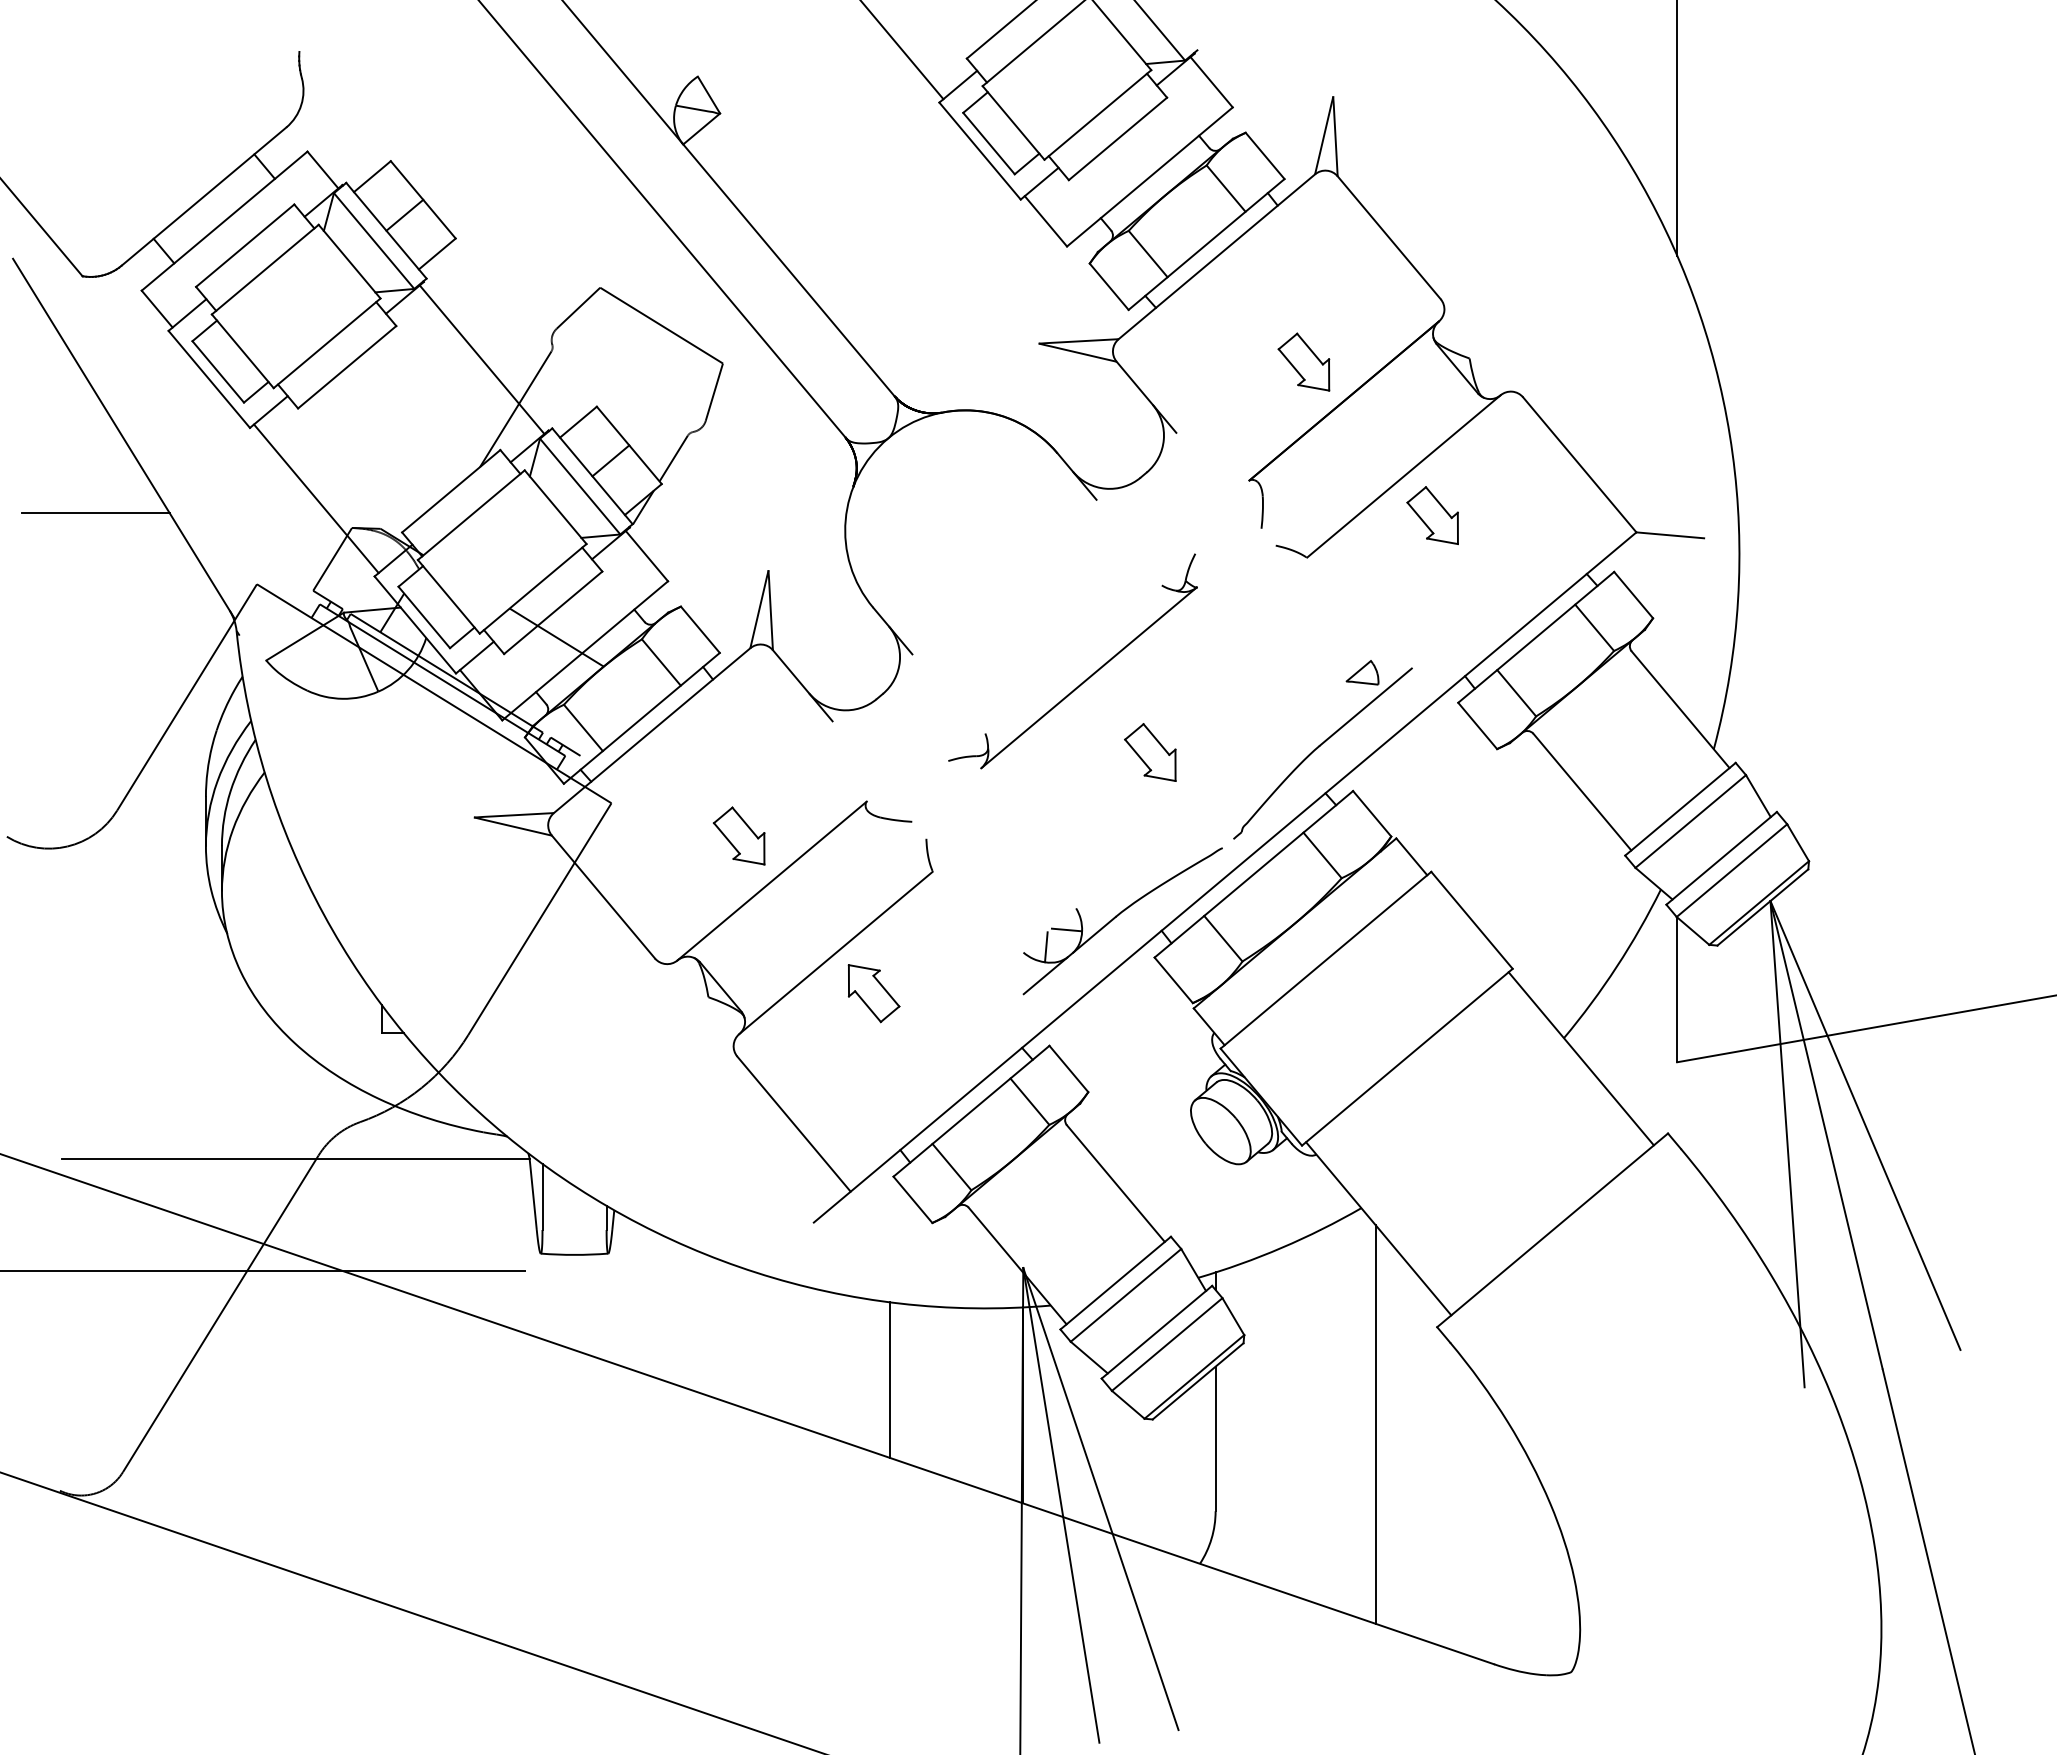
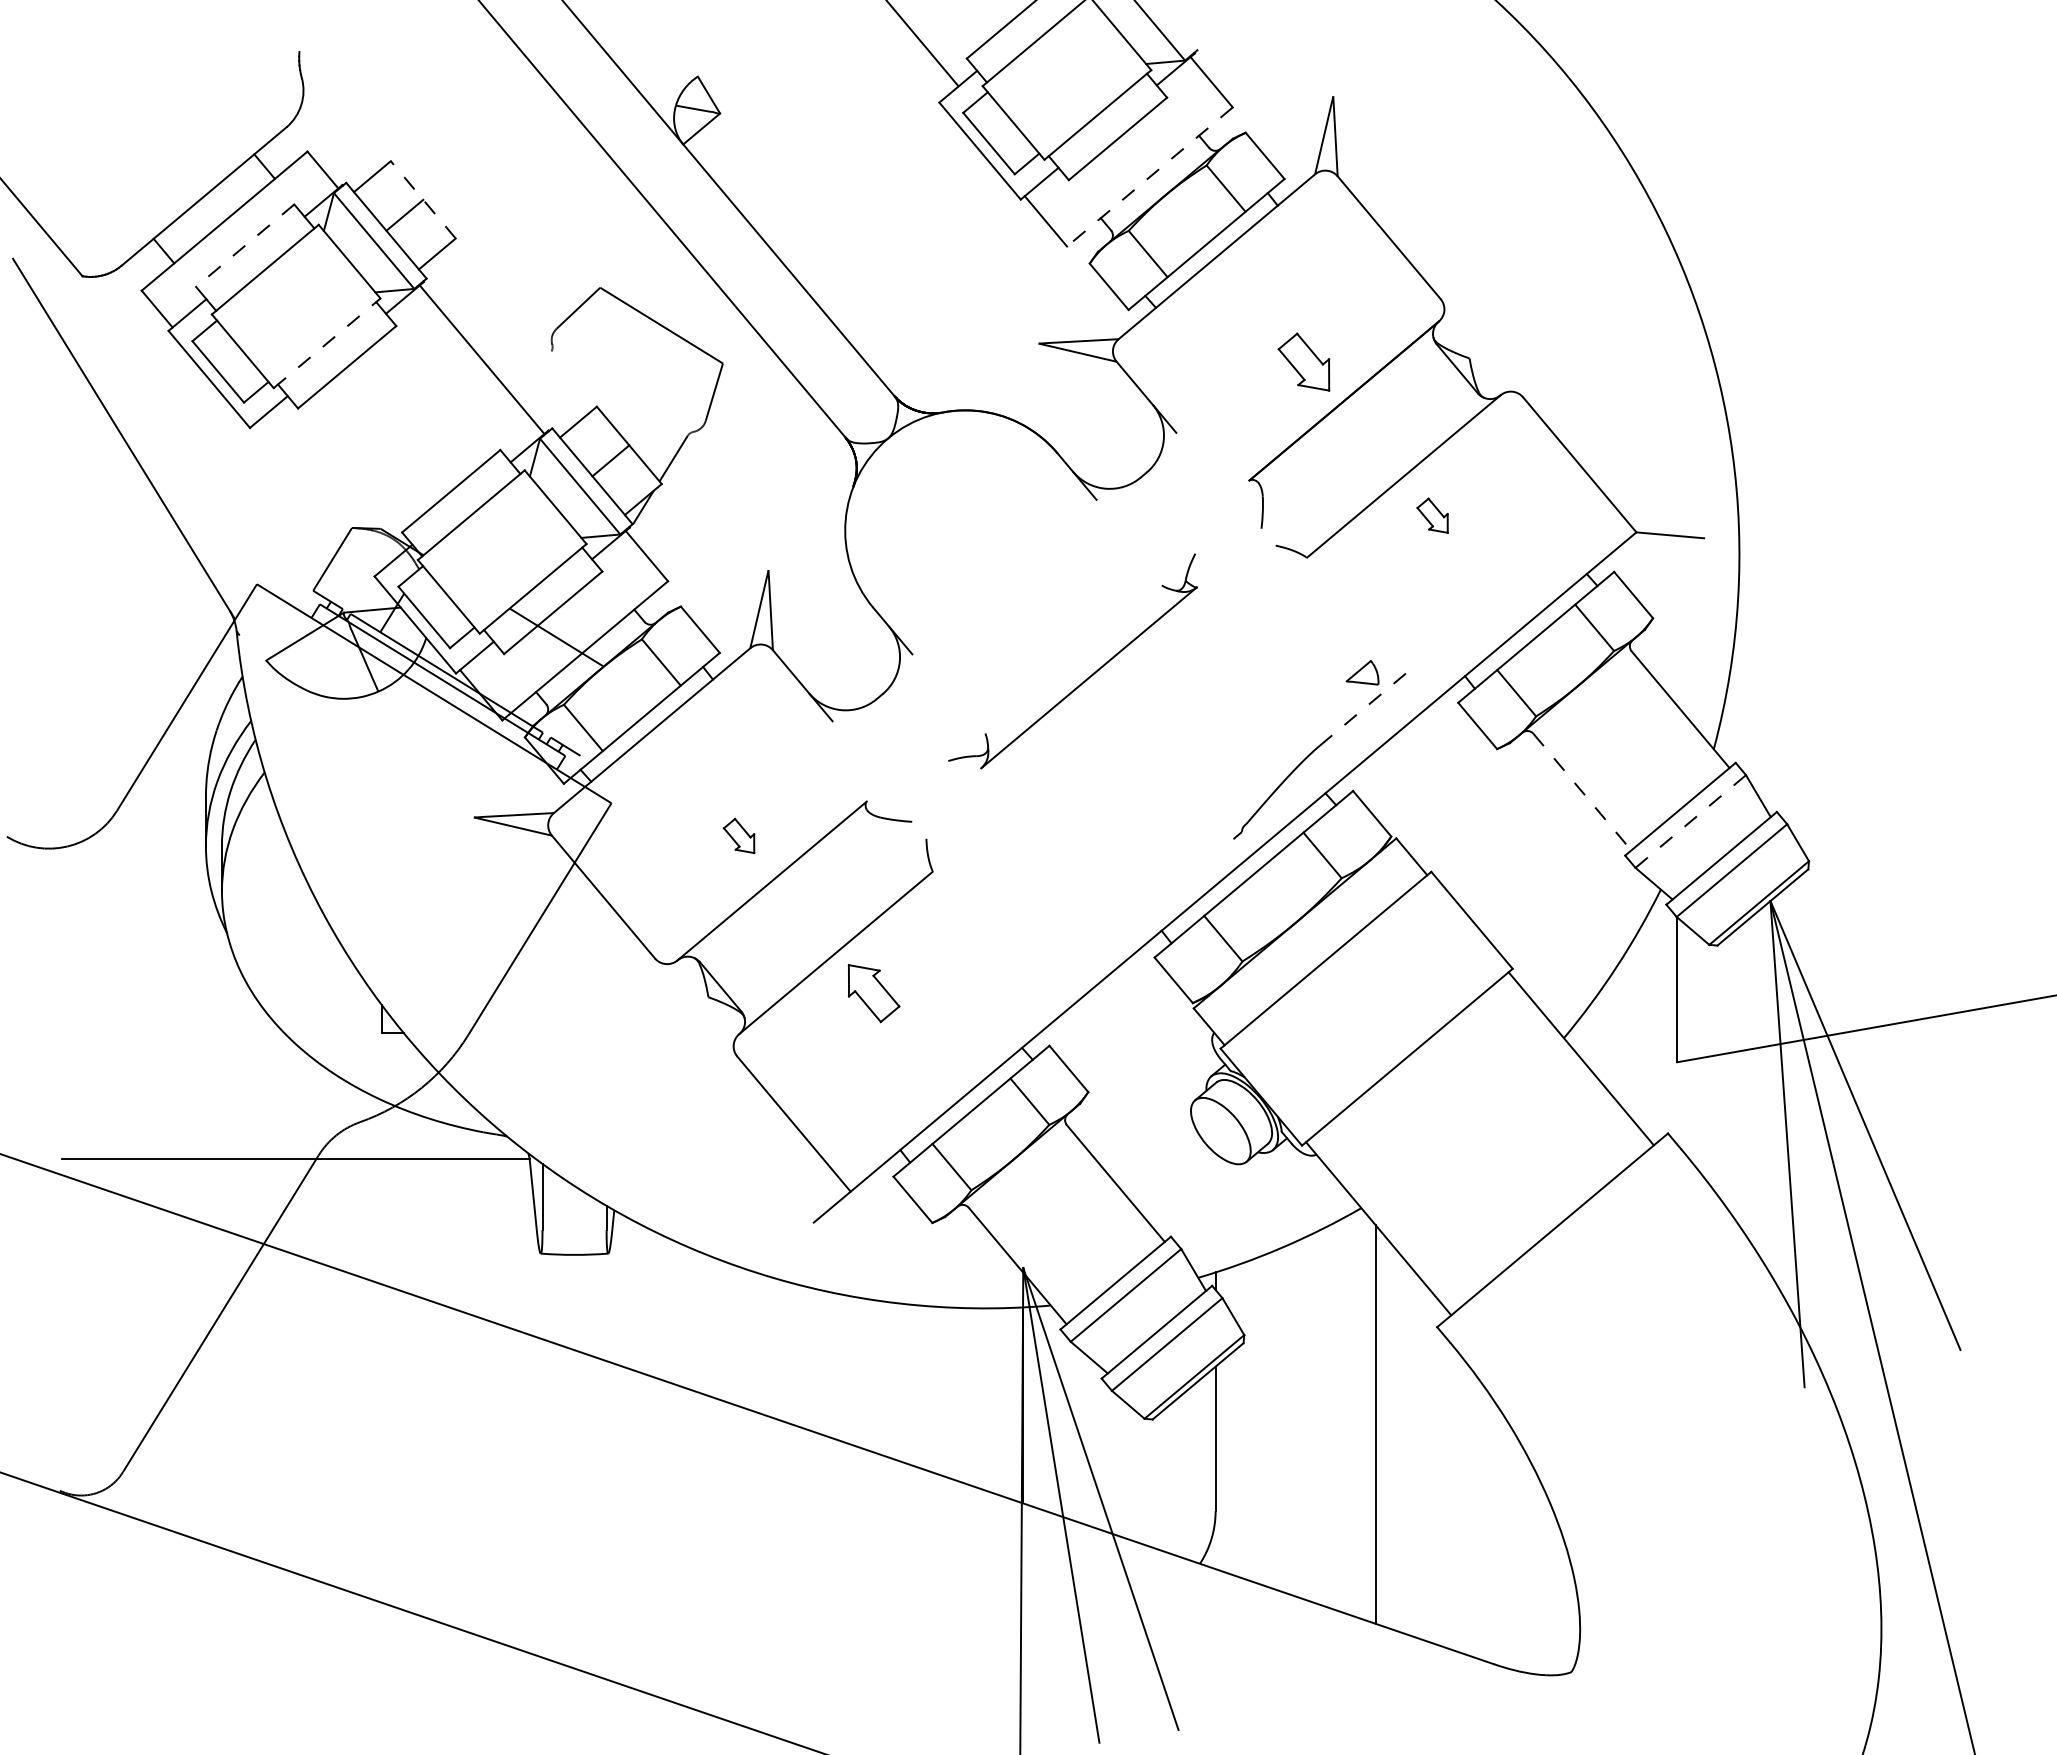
line at (902, 50) position: (902, 50) -> (923, 44)
line at (1677, 128): present -> none
line at (1149, 177): solid -> dashed
line at (422, 199): solid -> dashed
line at (244, 246): solid -> dashed
line at (327, 343): solid -> dashed
line at (515, 409): present -> none
line at (316, 498): present -> none
line at (95, 513): present -> none
part at (1432, 515) size: 53x60 px -> 33x37 px
line at (1365, 707): solid -> dashed
part at (1150, 752): present -> none
line at (1582, 792): solid -> dashed
line at (1691, 821): solid -> dashed
part at (738, 835) size: 54x60 px -> 34x38 px
part at (1119, 915): present -> none
line at (264, 1270): present -> none
line at (890, 1380): present -> none
